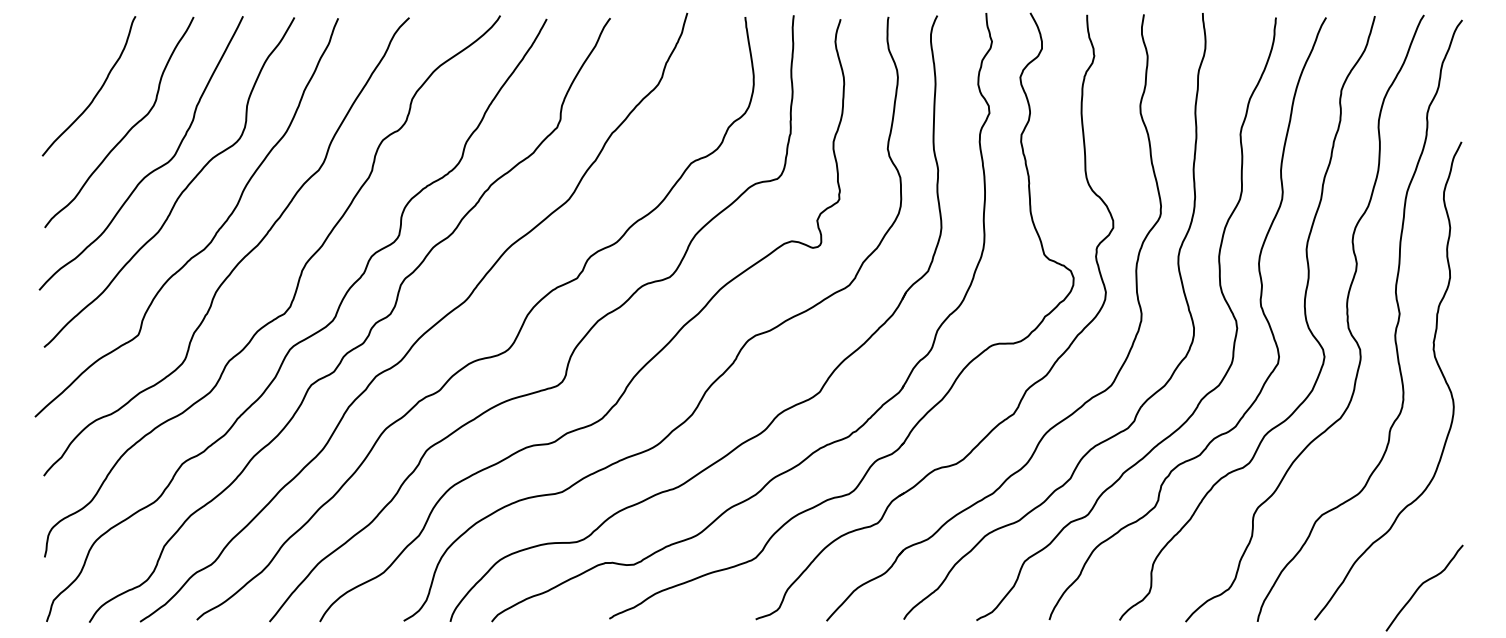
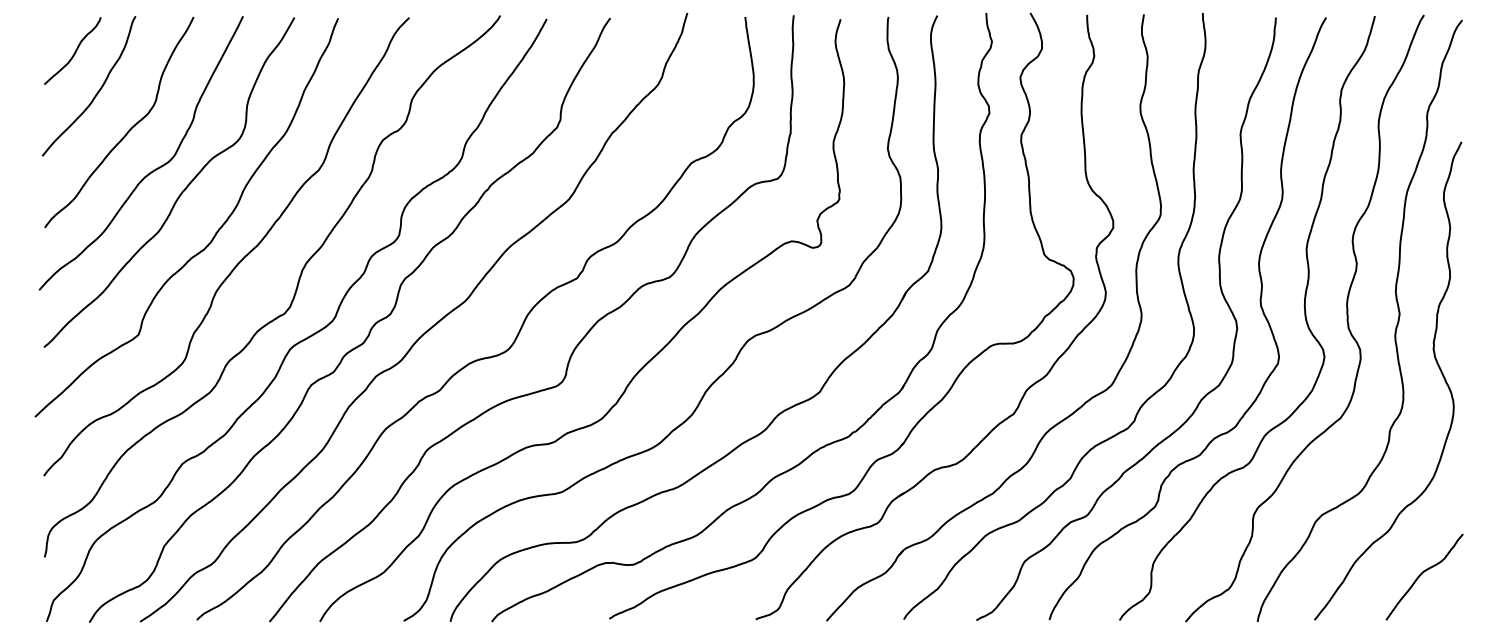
curve at (74, 51): none -> present
curve at (1422, 585) position: (1422, 585) -> (1422, 574)
